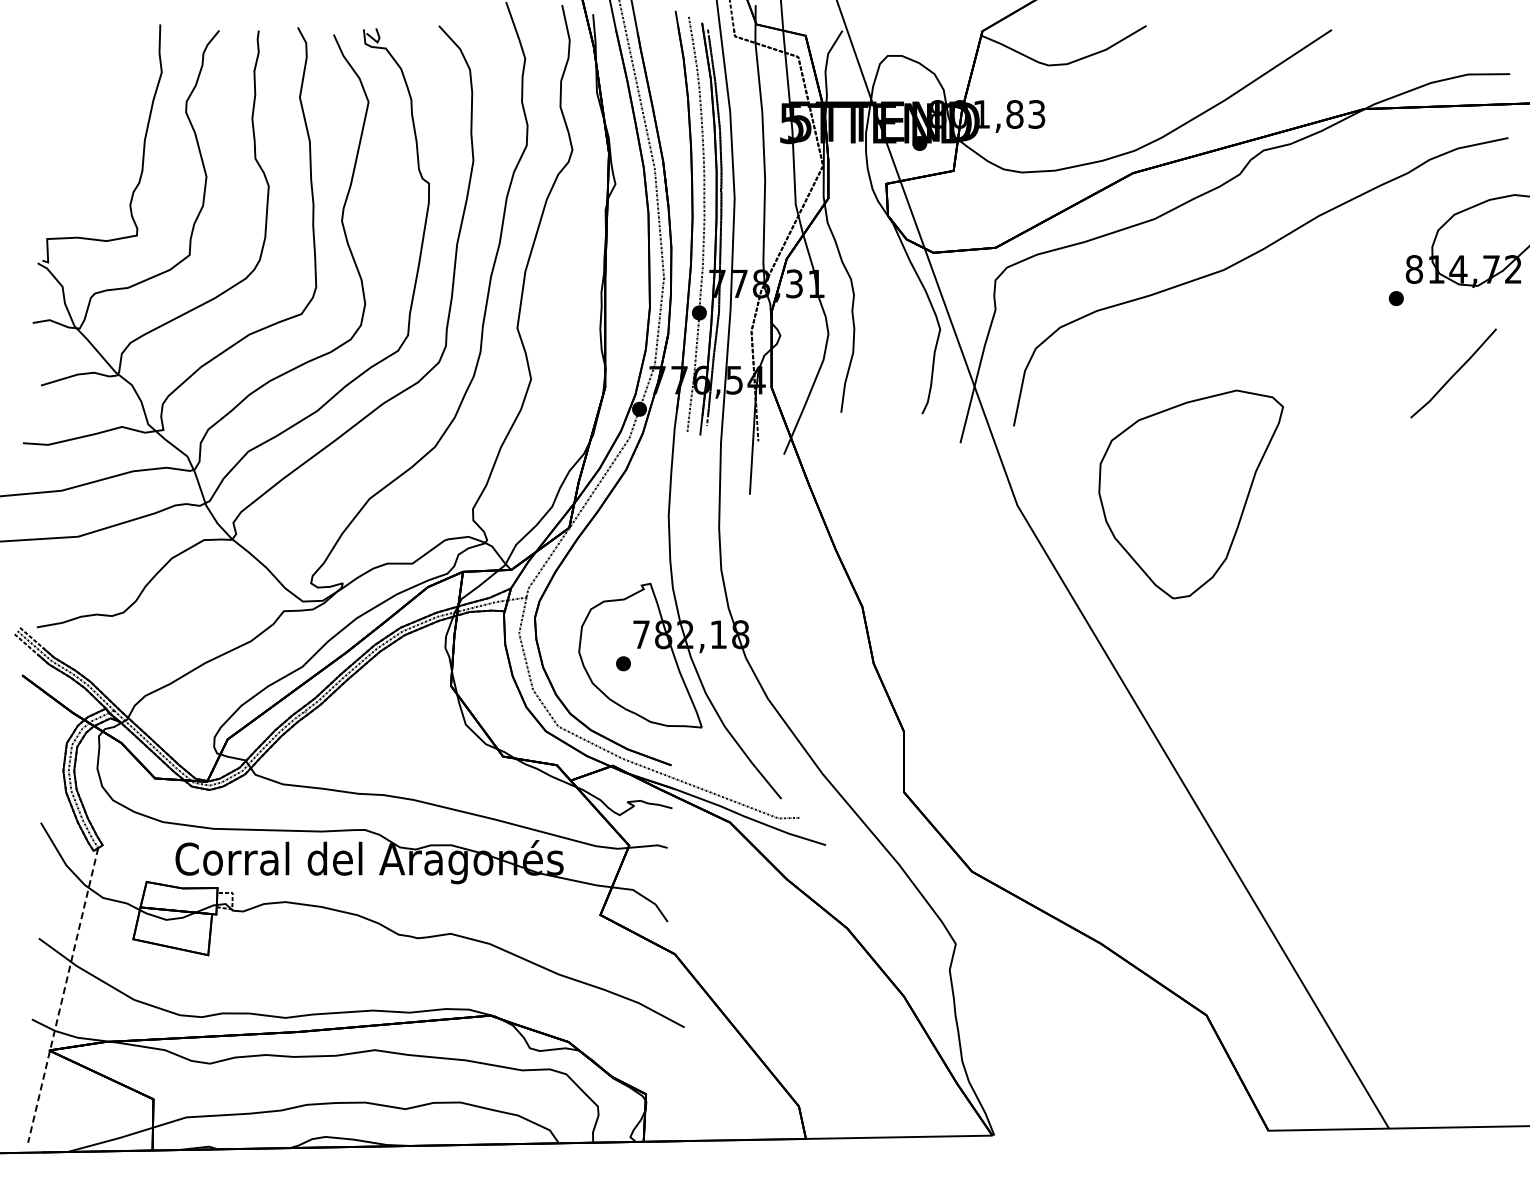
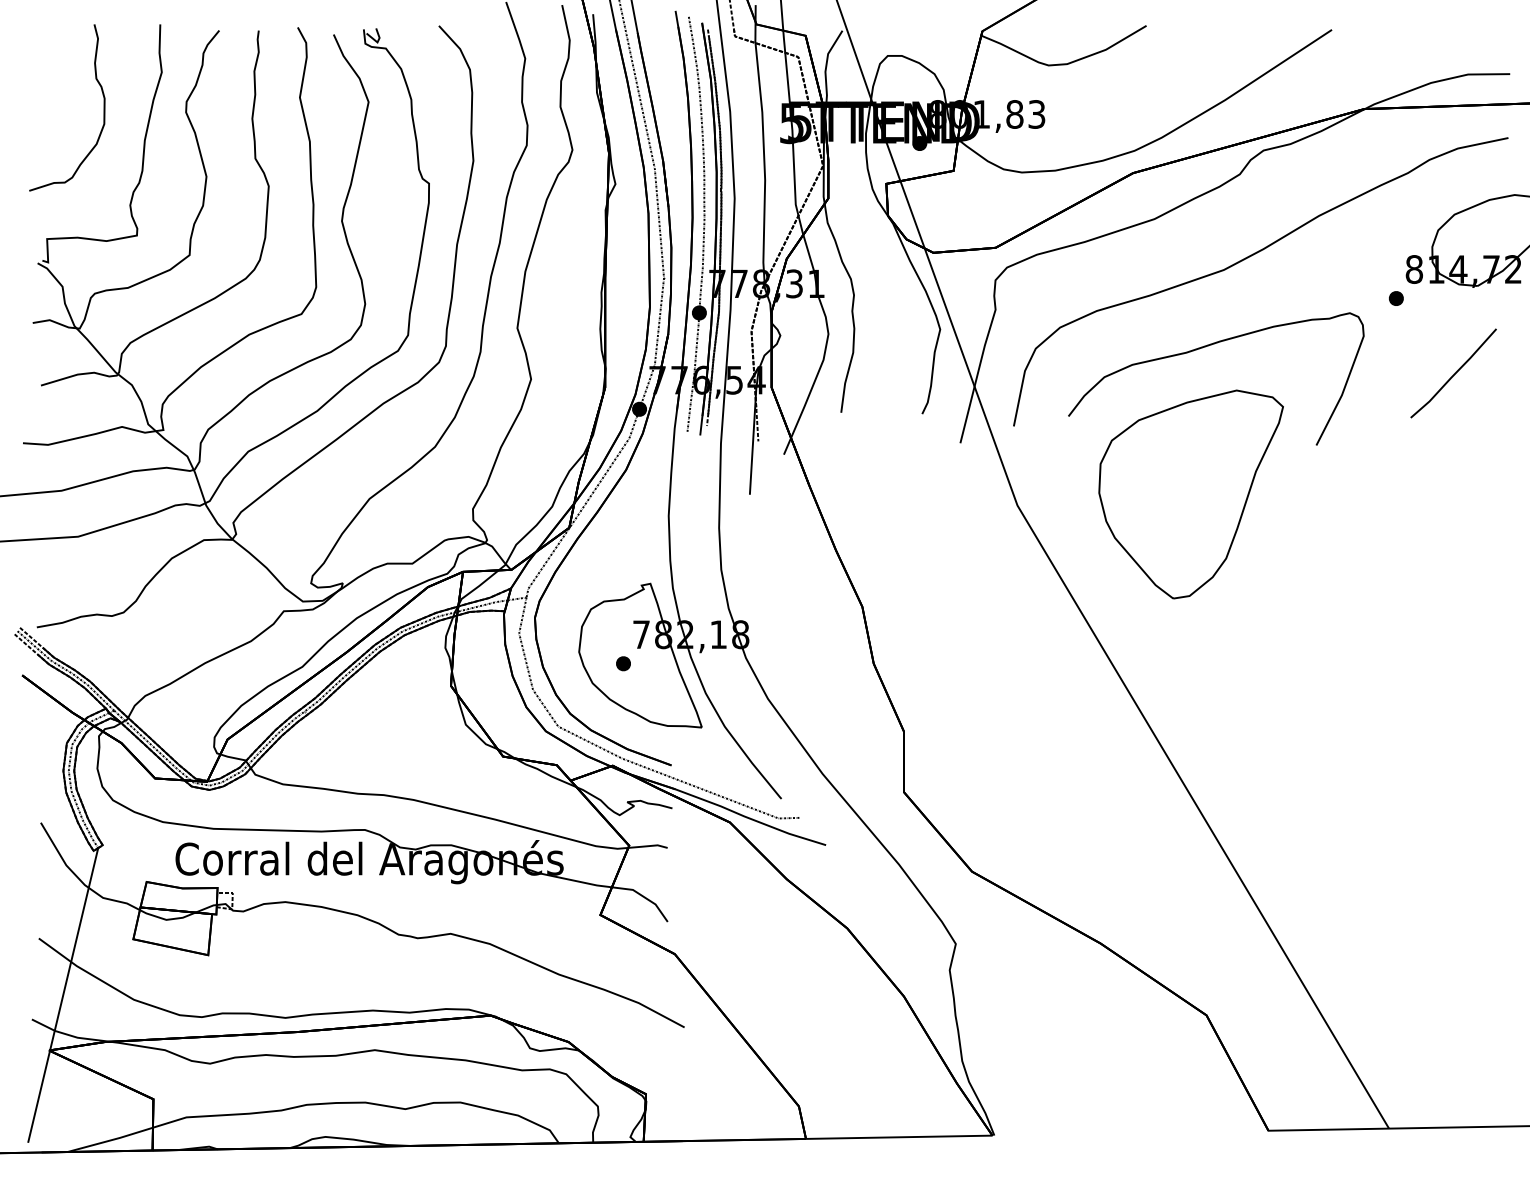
curve at (103, 107): none -> present
curve at (1205, 347): none -> present
line at (63, 995): dashed -> solid
